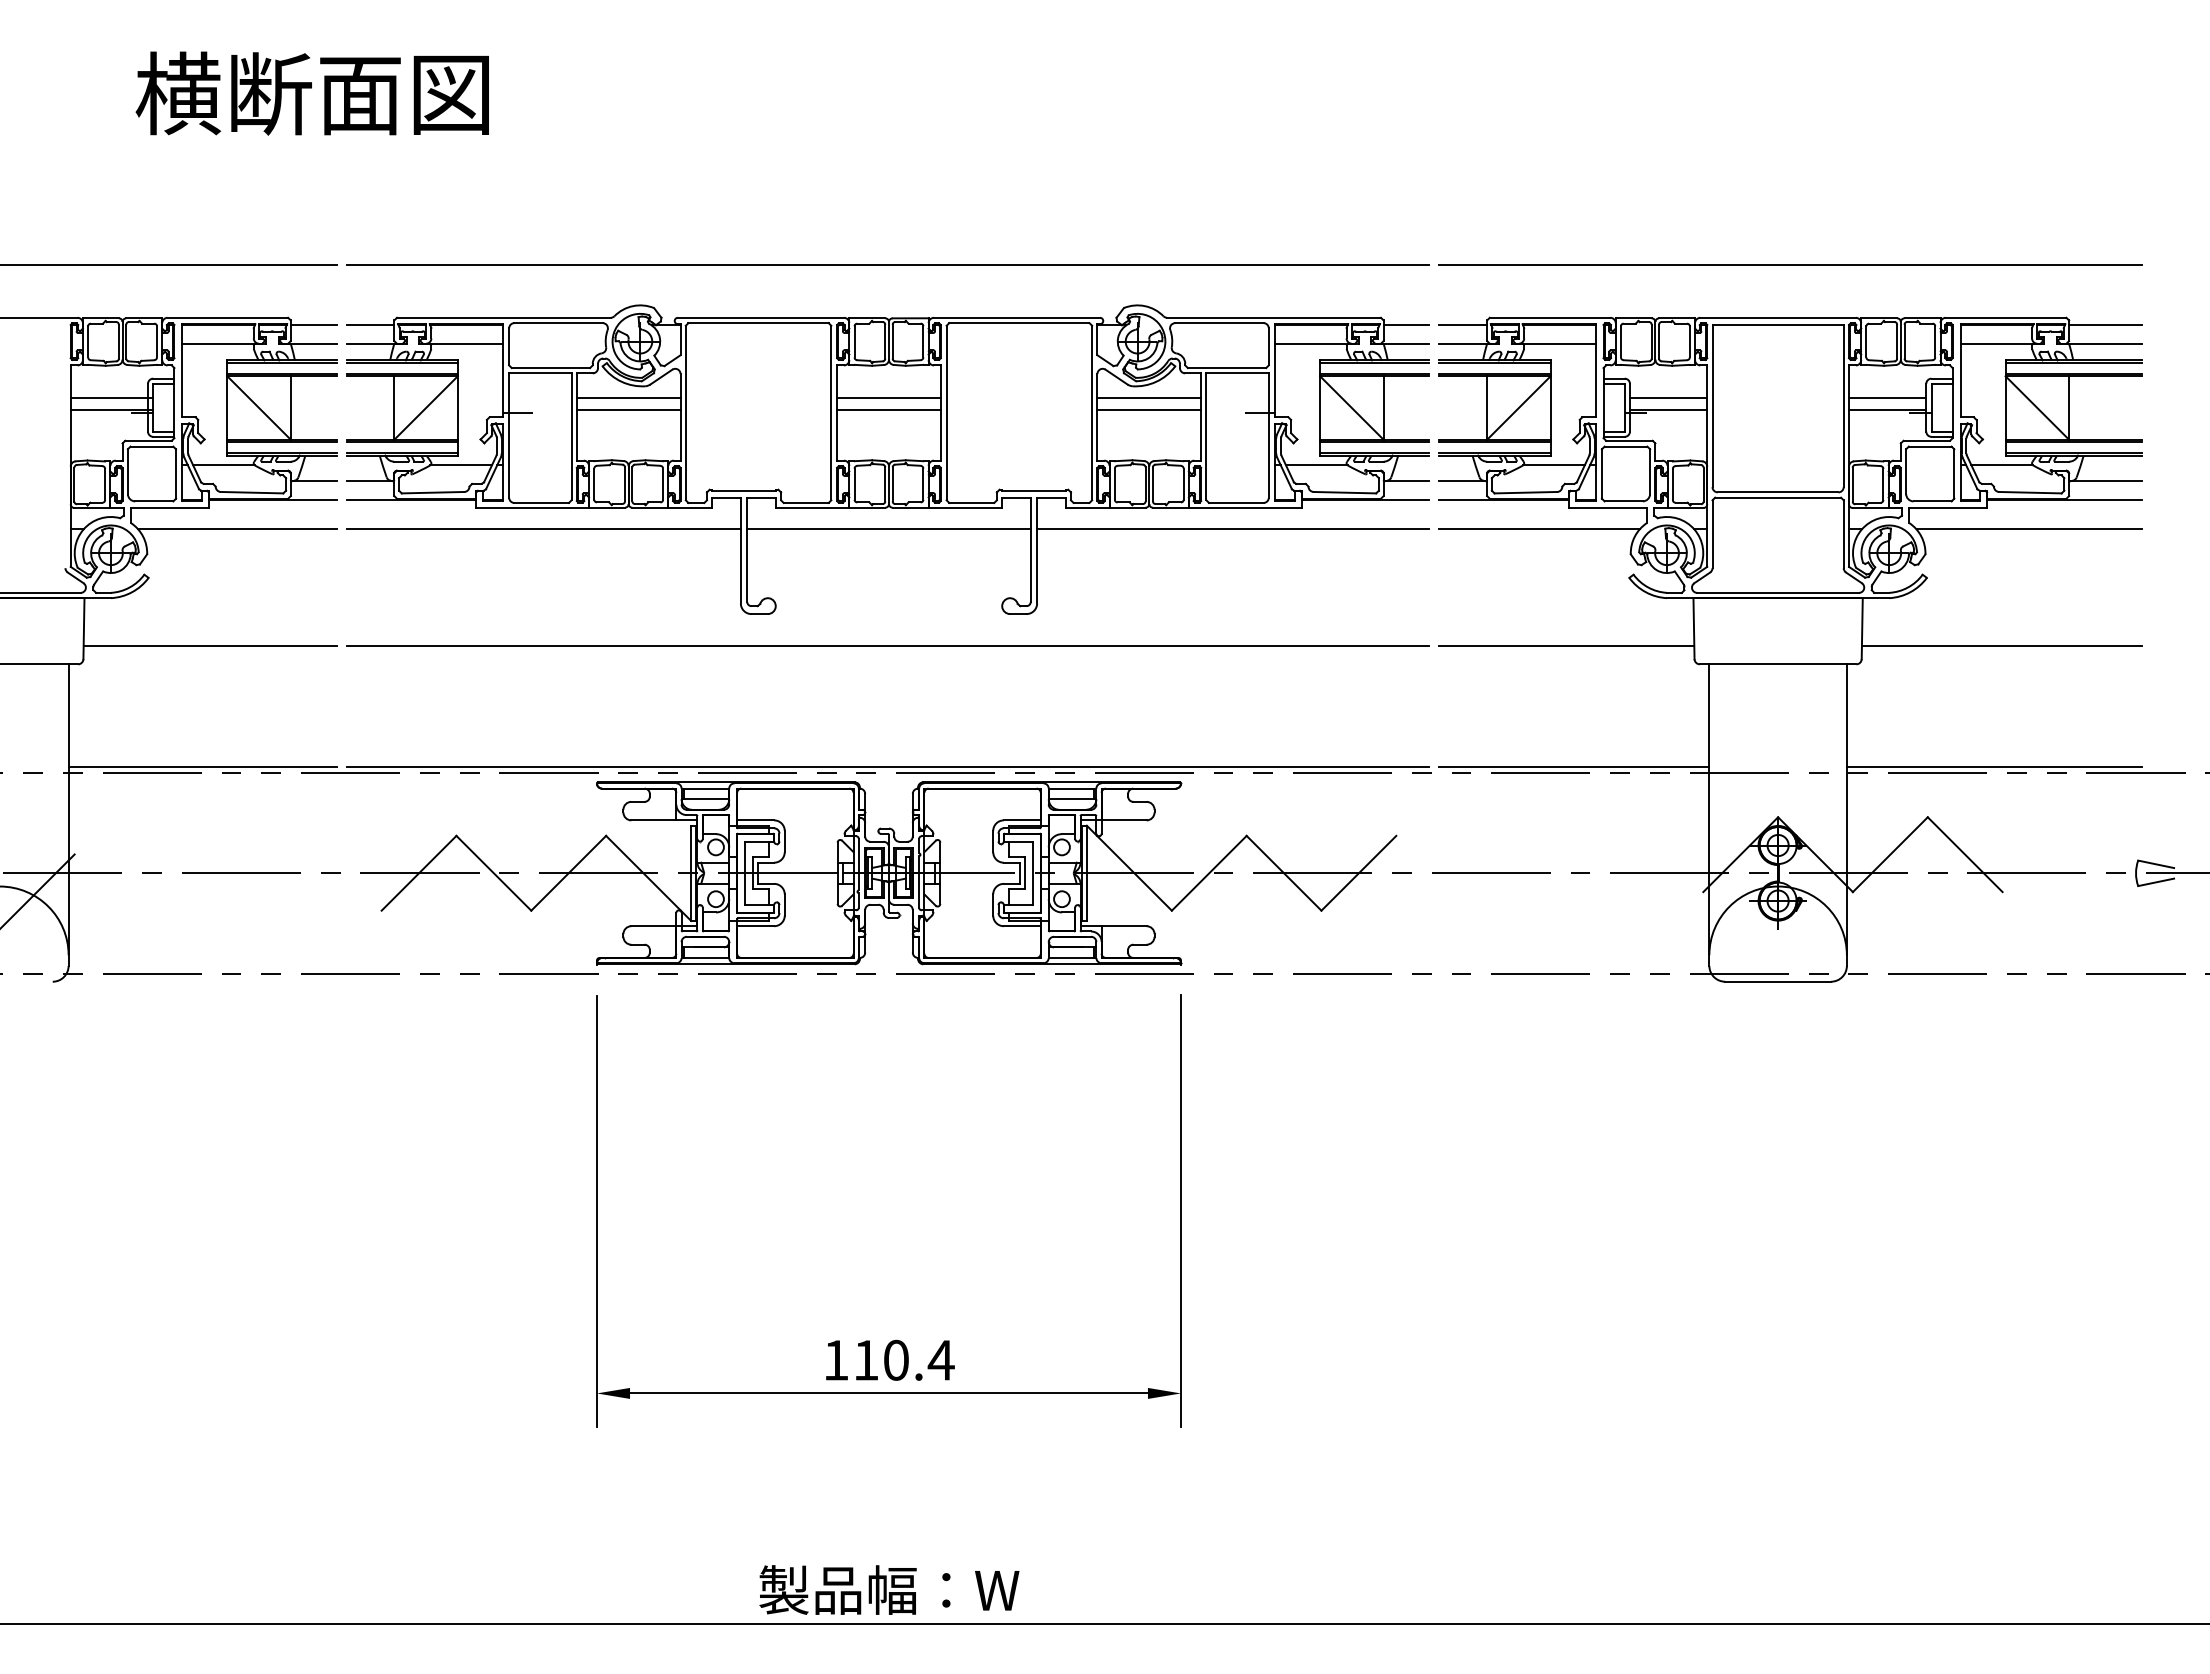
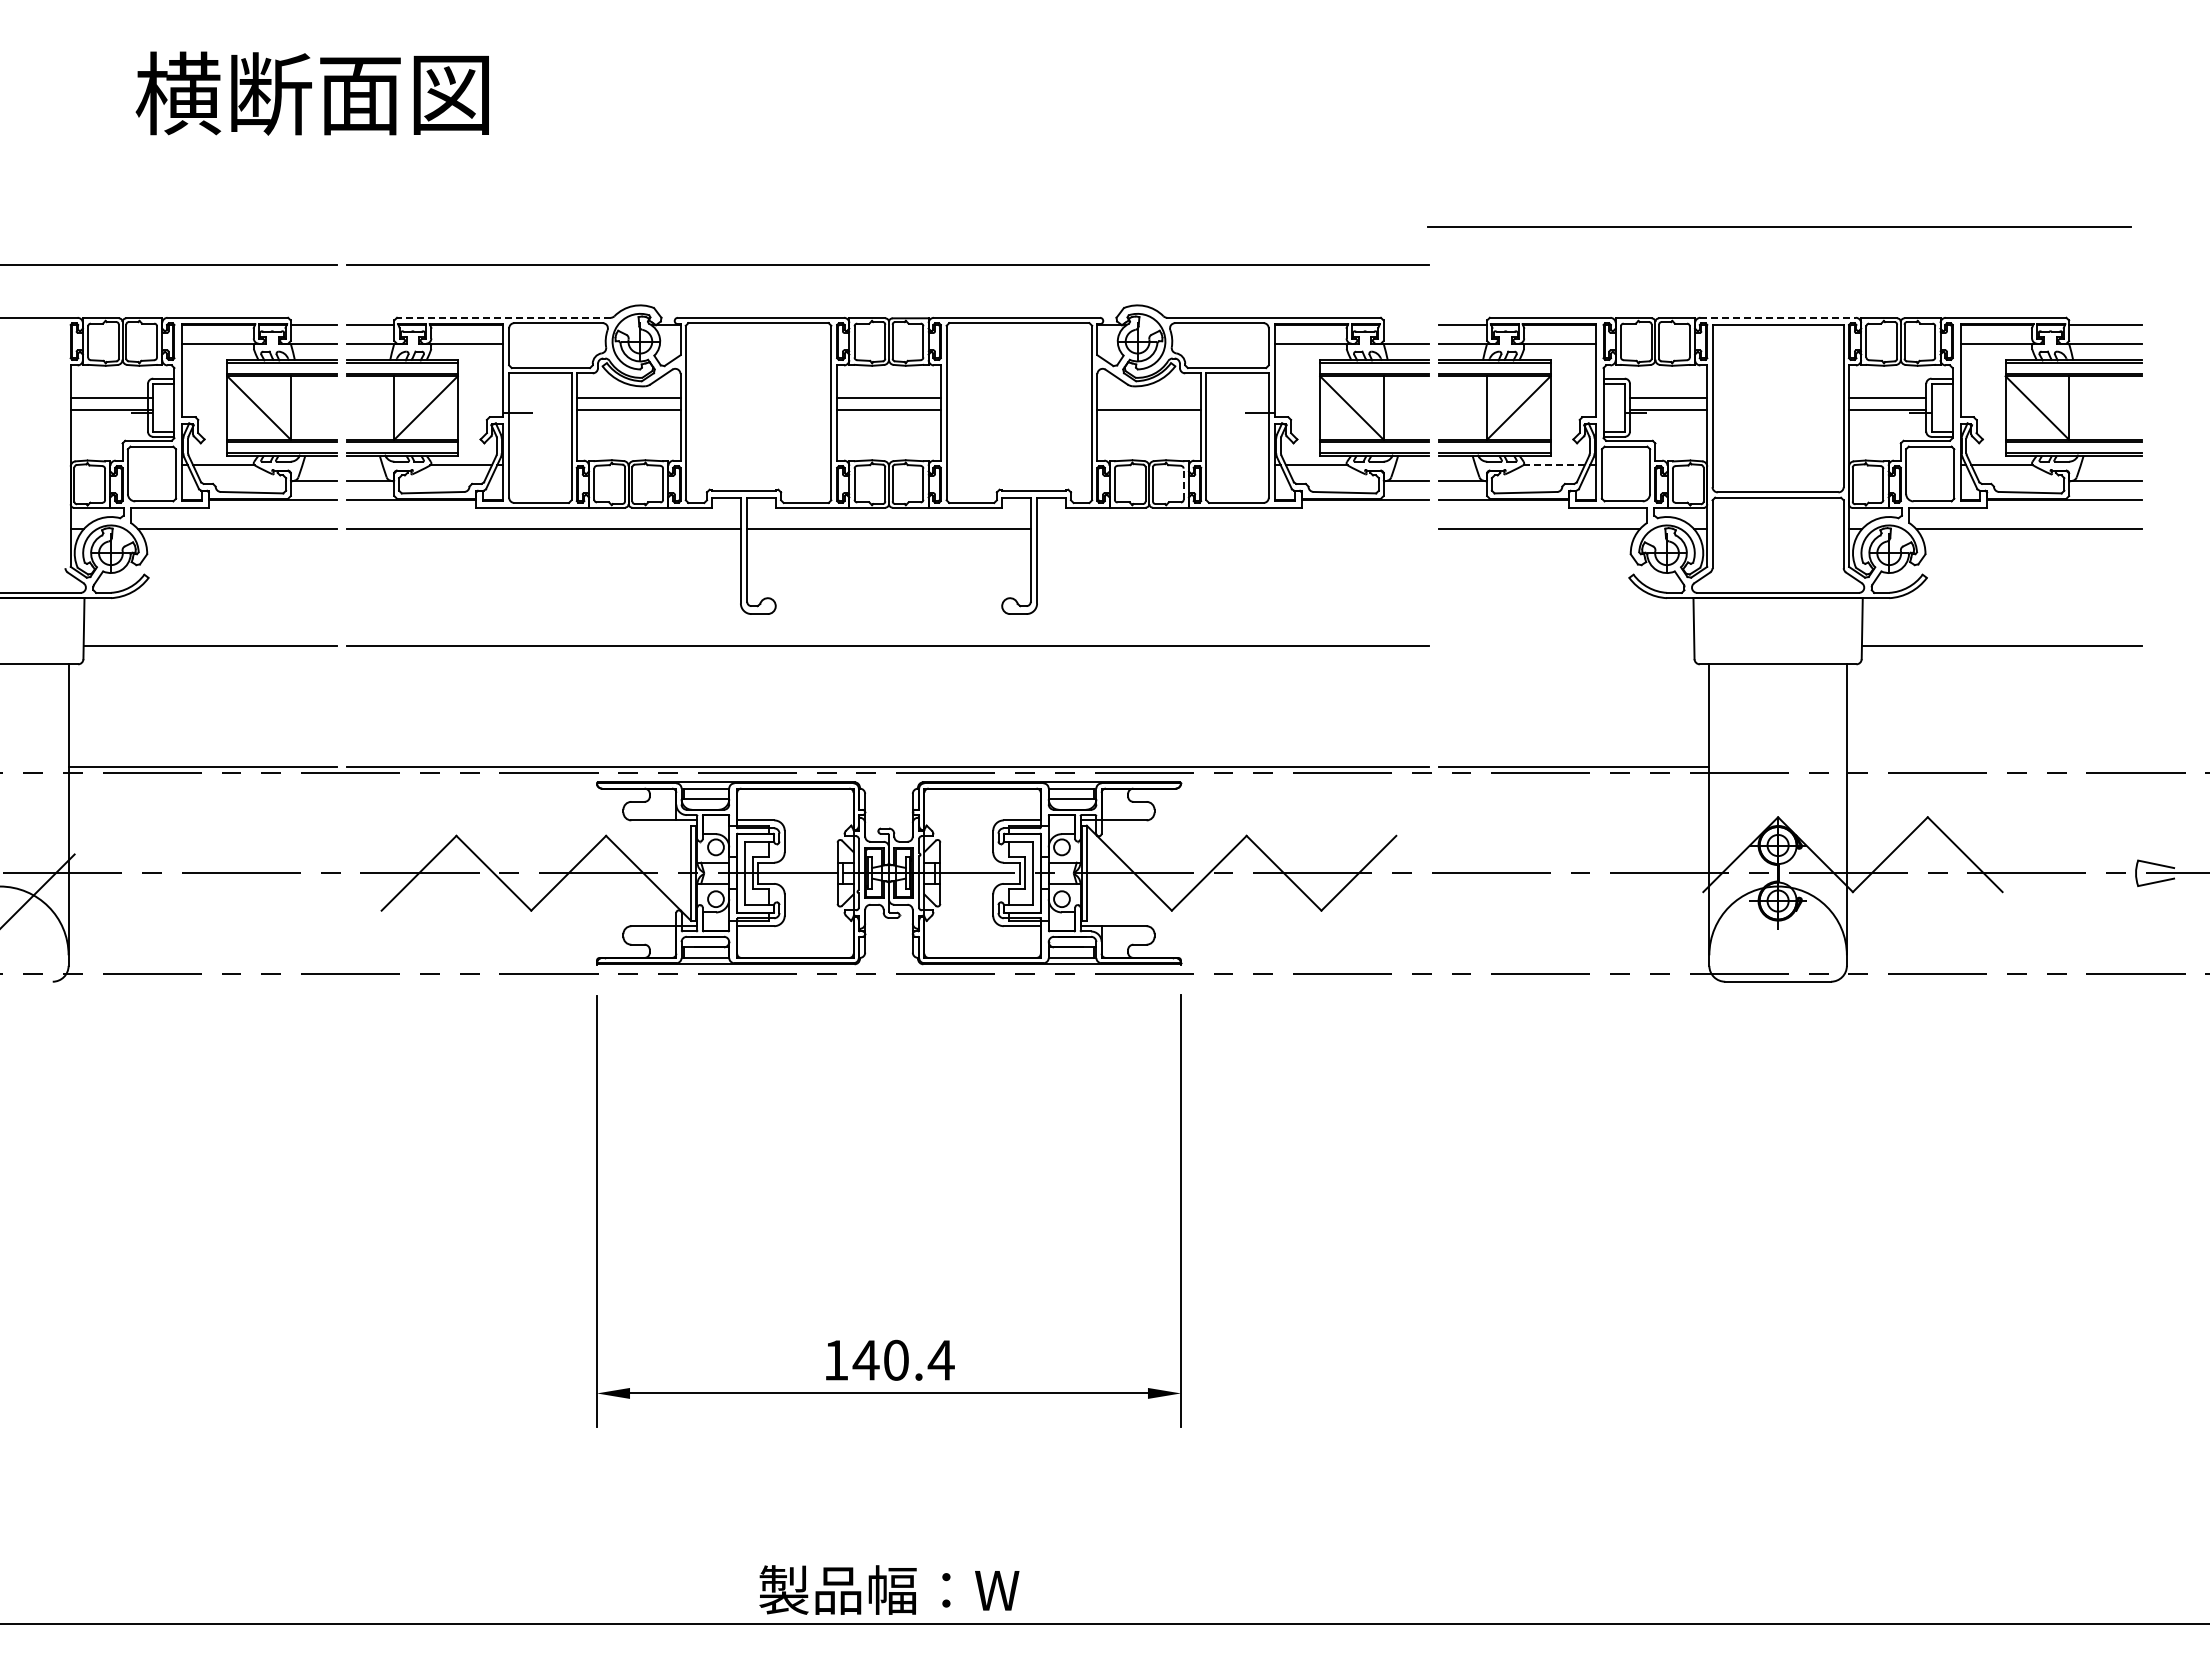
line at (1790, 264) position: (1790, 264) -> (1779, 226)
line at (503, 317): solid -> dashed
line at (1778, 317): solid -> dashed
line at (1405, 325): present -> none
line at (1149, 398): present -> none
line at (1553, 465): solid -> dashed
line at (1183, 484): solid -> dashed
line at (1232, 529): present -> none
line at (1566, 645): present -> none
line at (1993, 767): present -> none
text at (865, 1360): 110.4 -> 140.4
